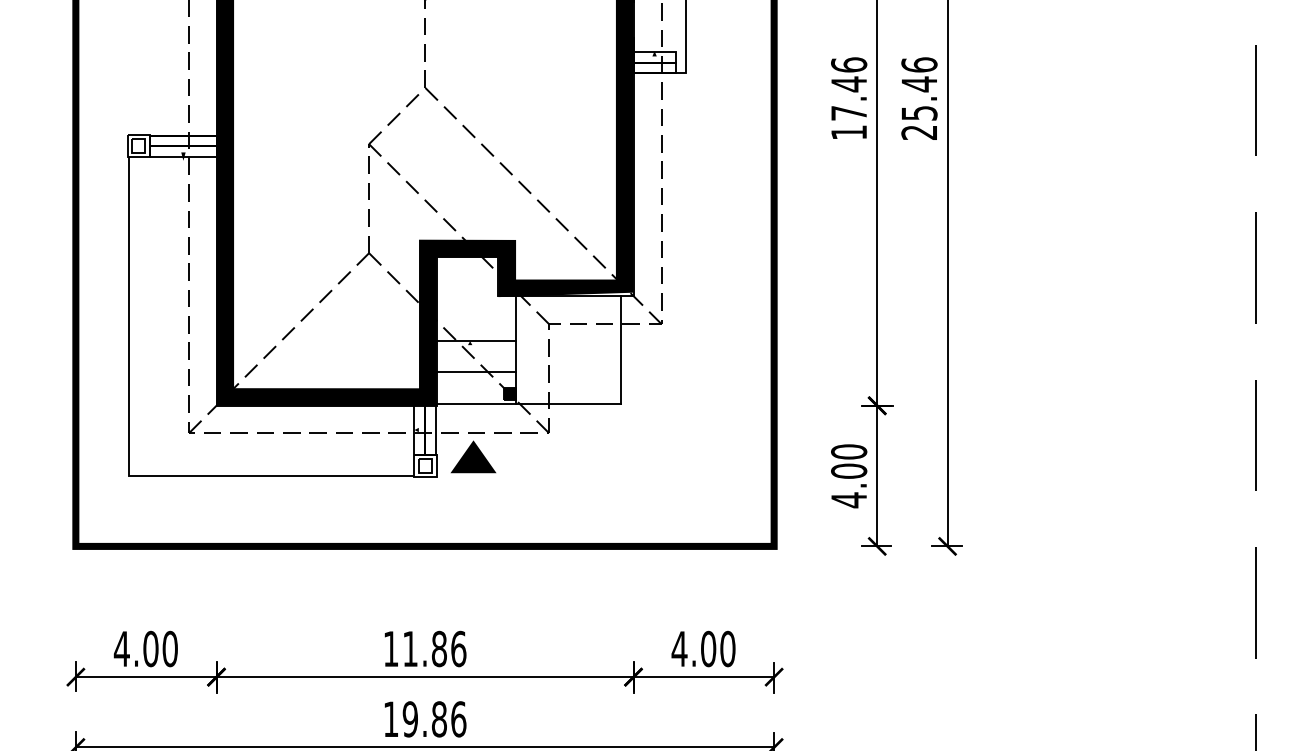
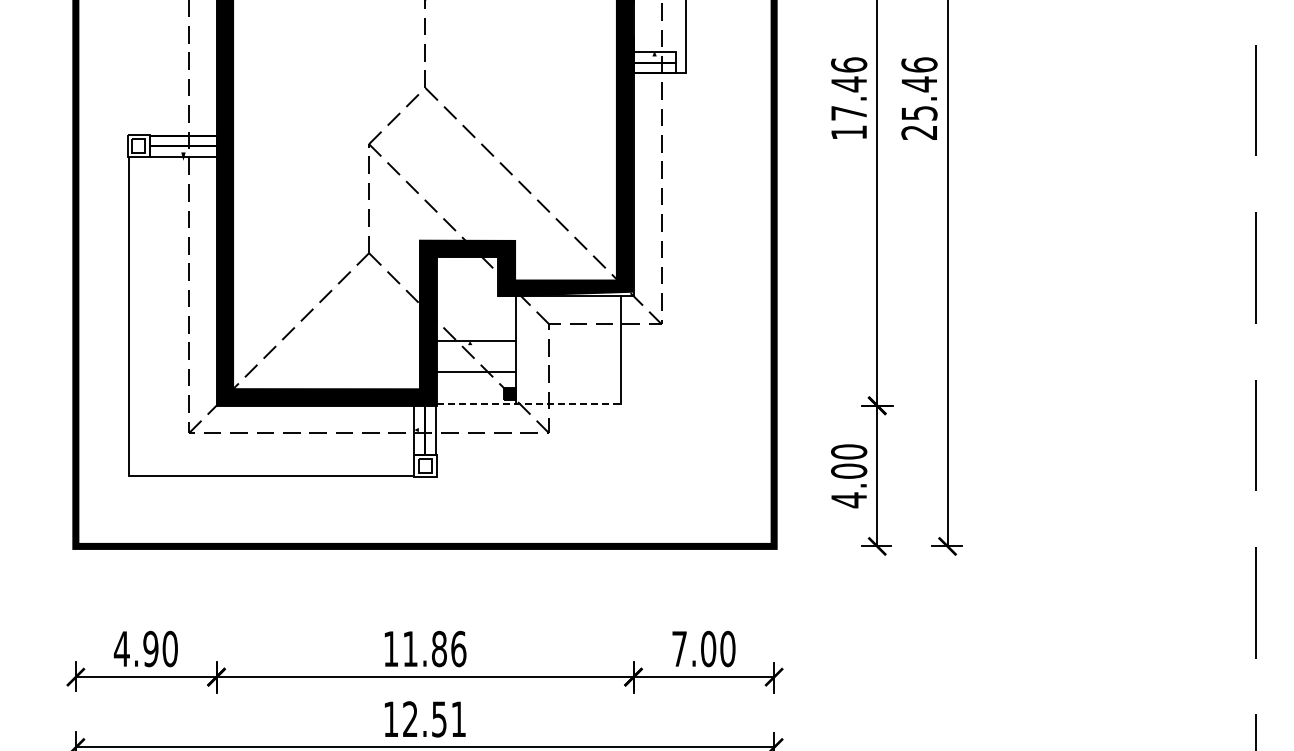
line at (528, 404): solid -> dashed
fill at (473, 456): present -> none
text at (679, 648): 4.00 -> 7.00
text at (150, 649): 4.00 -> 4.90
text at (434, 719): 19.86 -> 12.51
